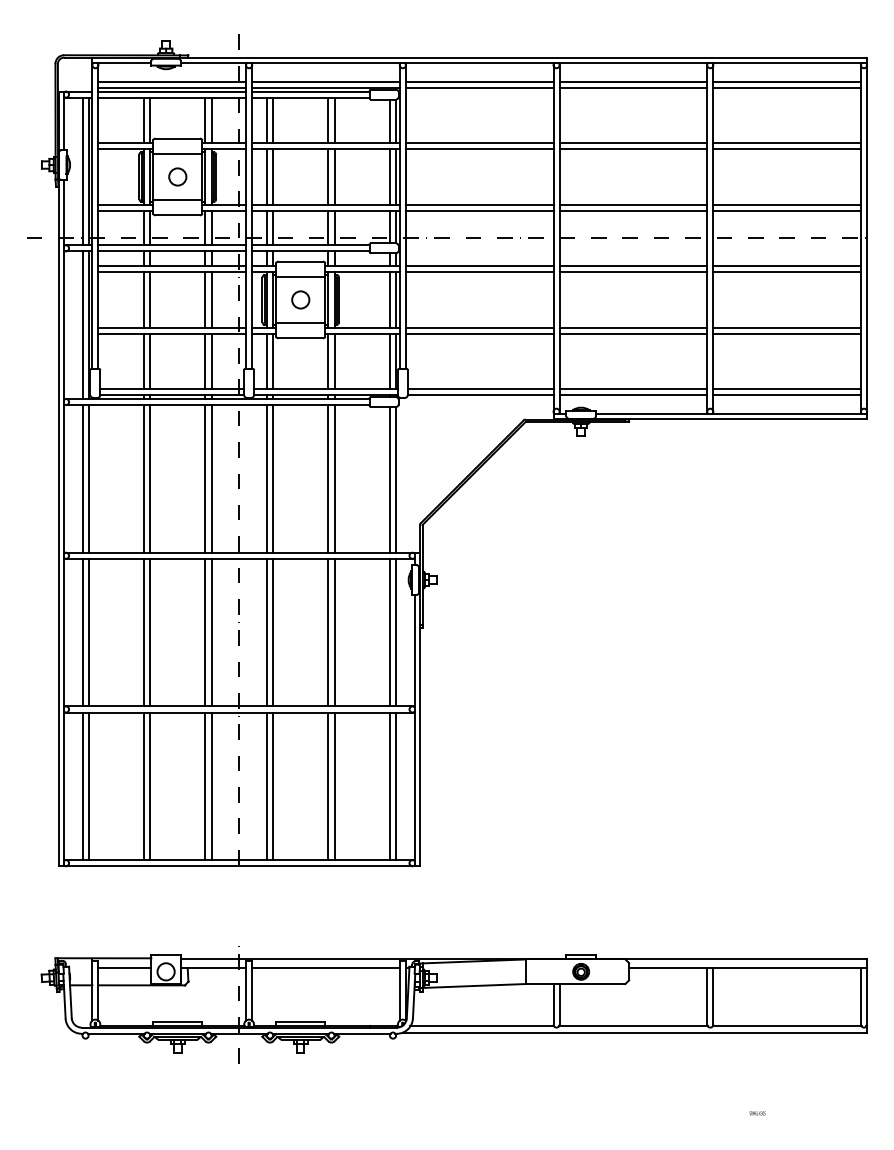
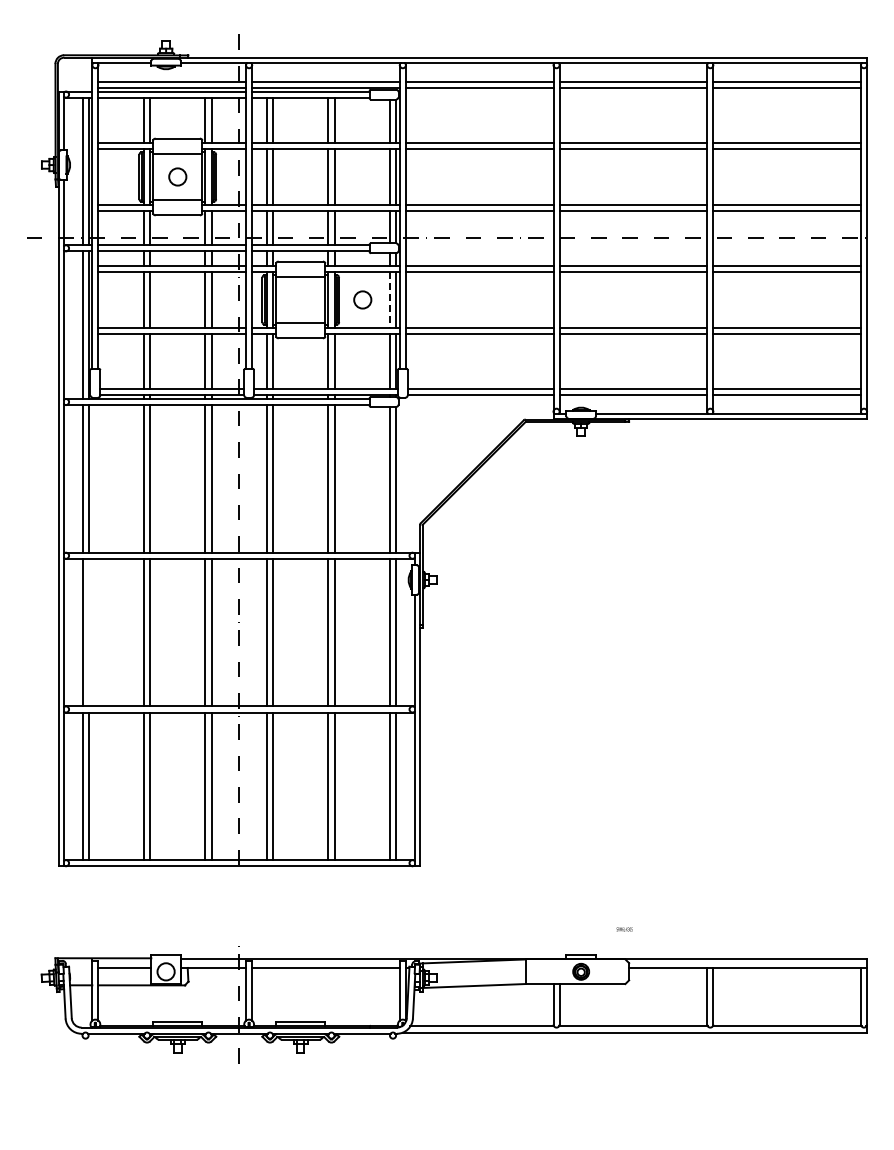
circle at (300, 299) position: (300, 299) -> (362, 299)
line at (389, 299): solid -> dashed
line at (88, 632): present -> none
text at (757, 1113) position: (757, 1113) -> (624, 929)
